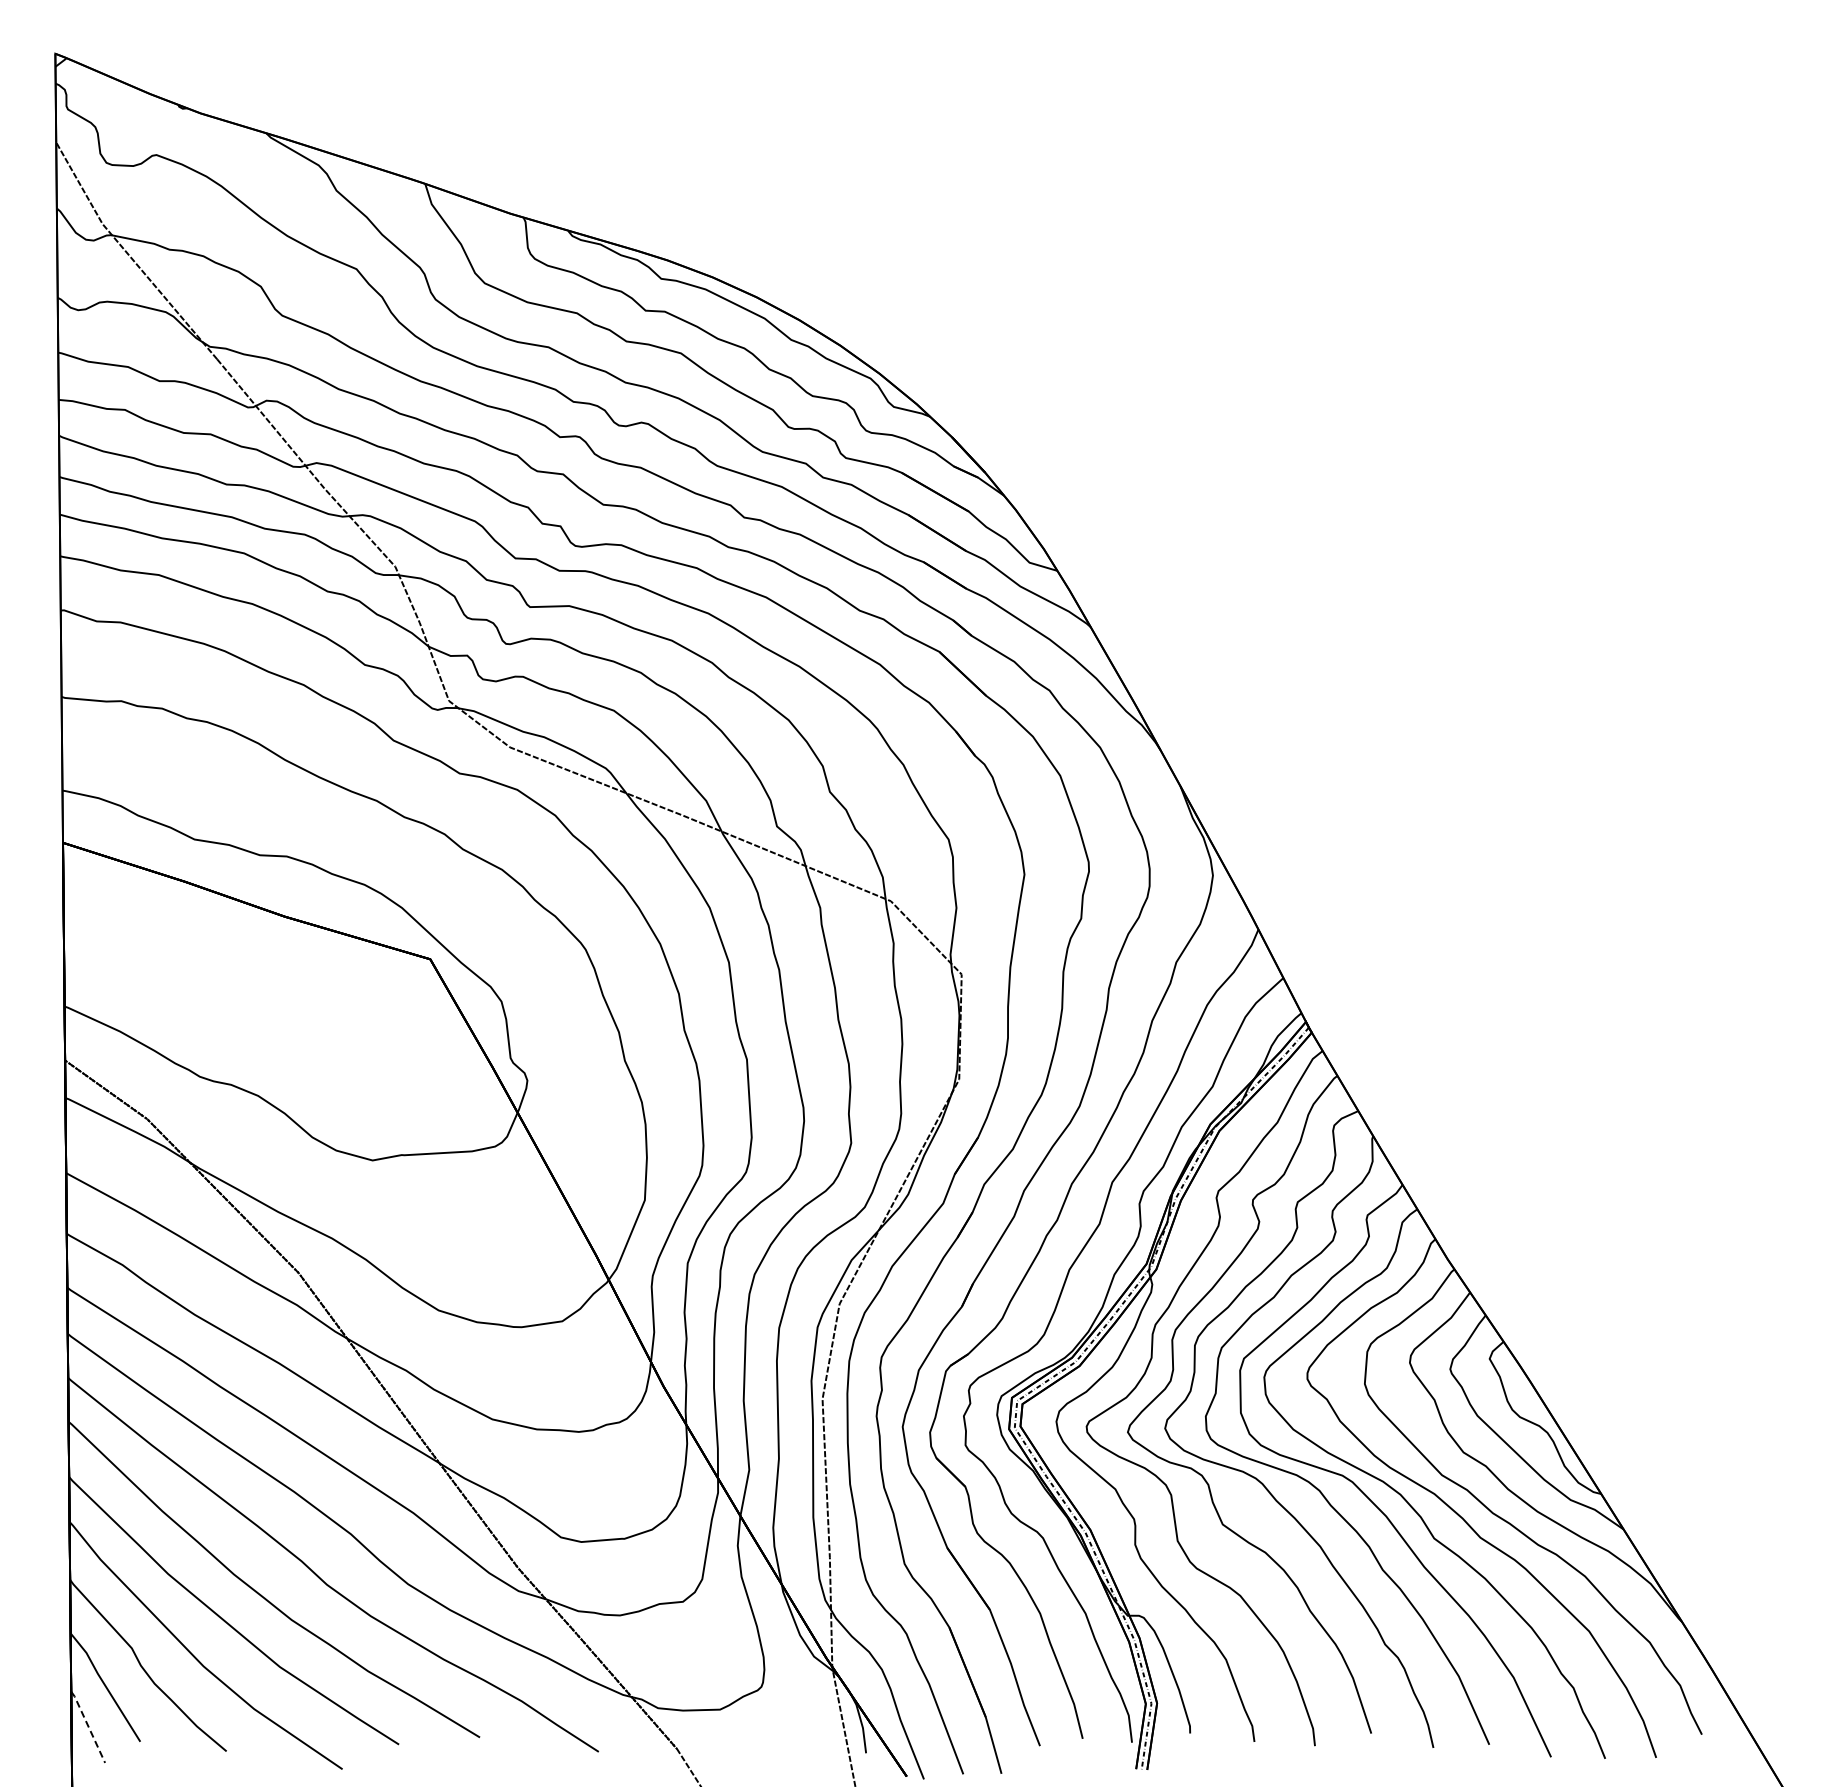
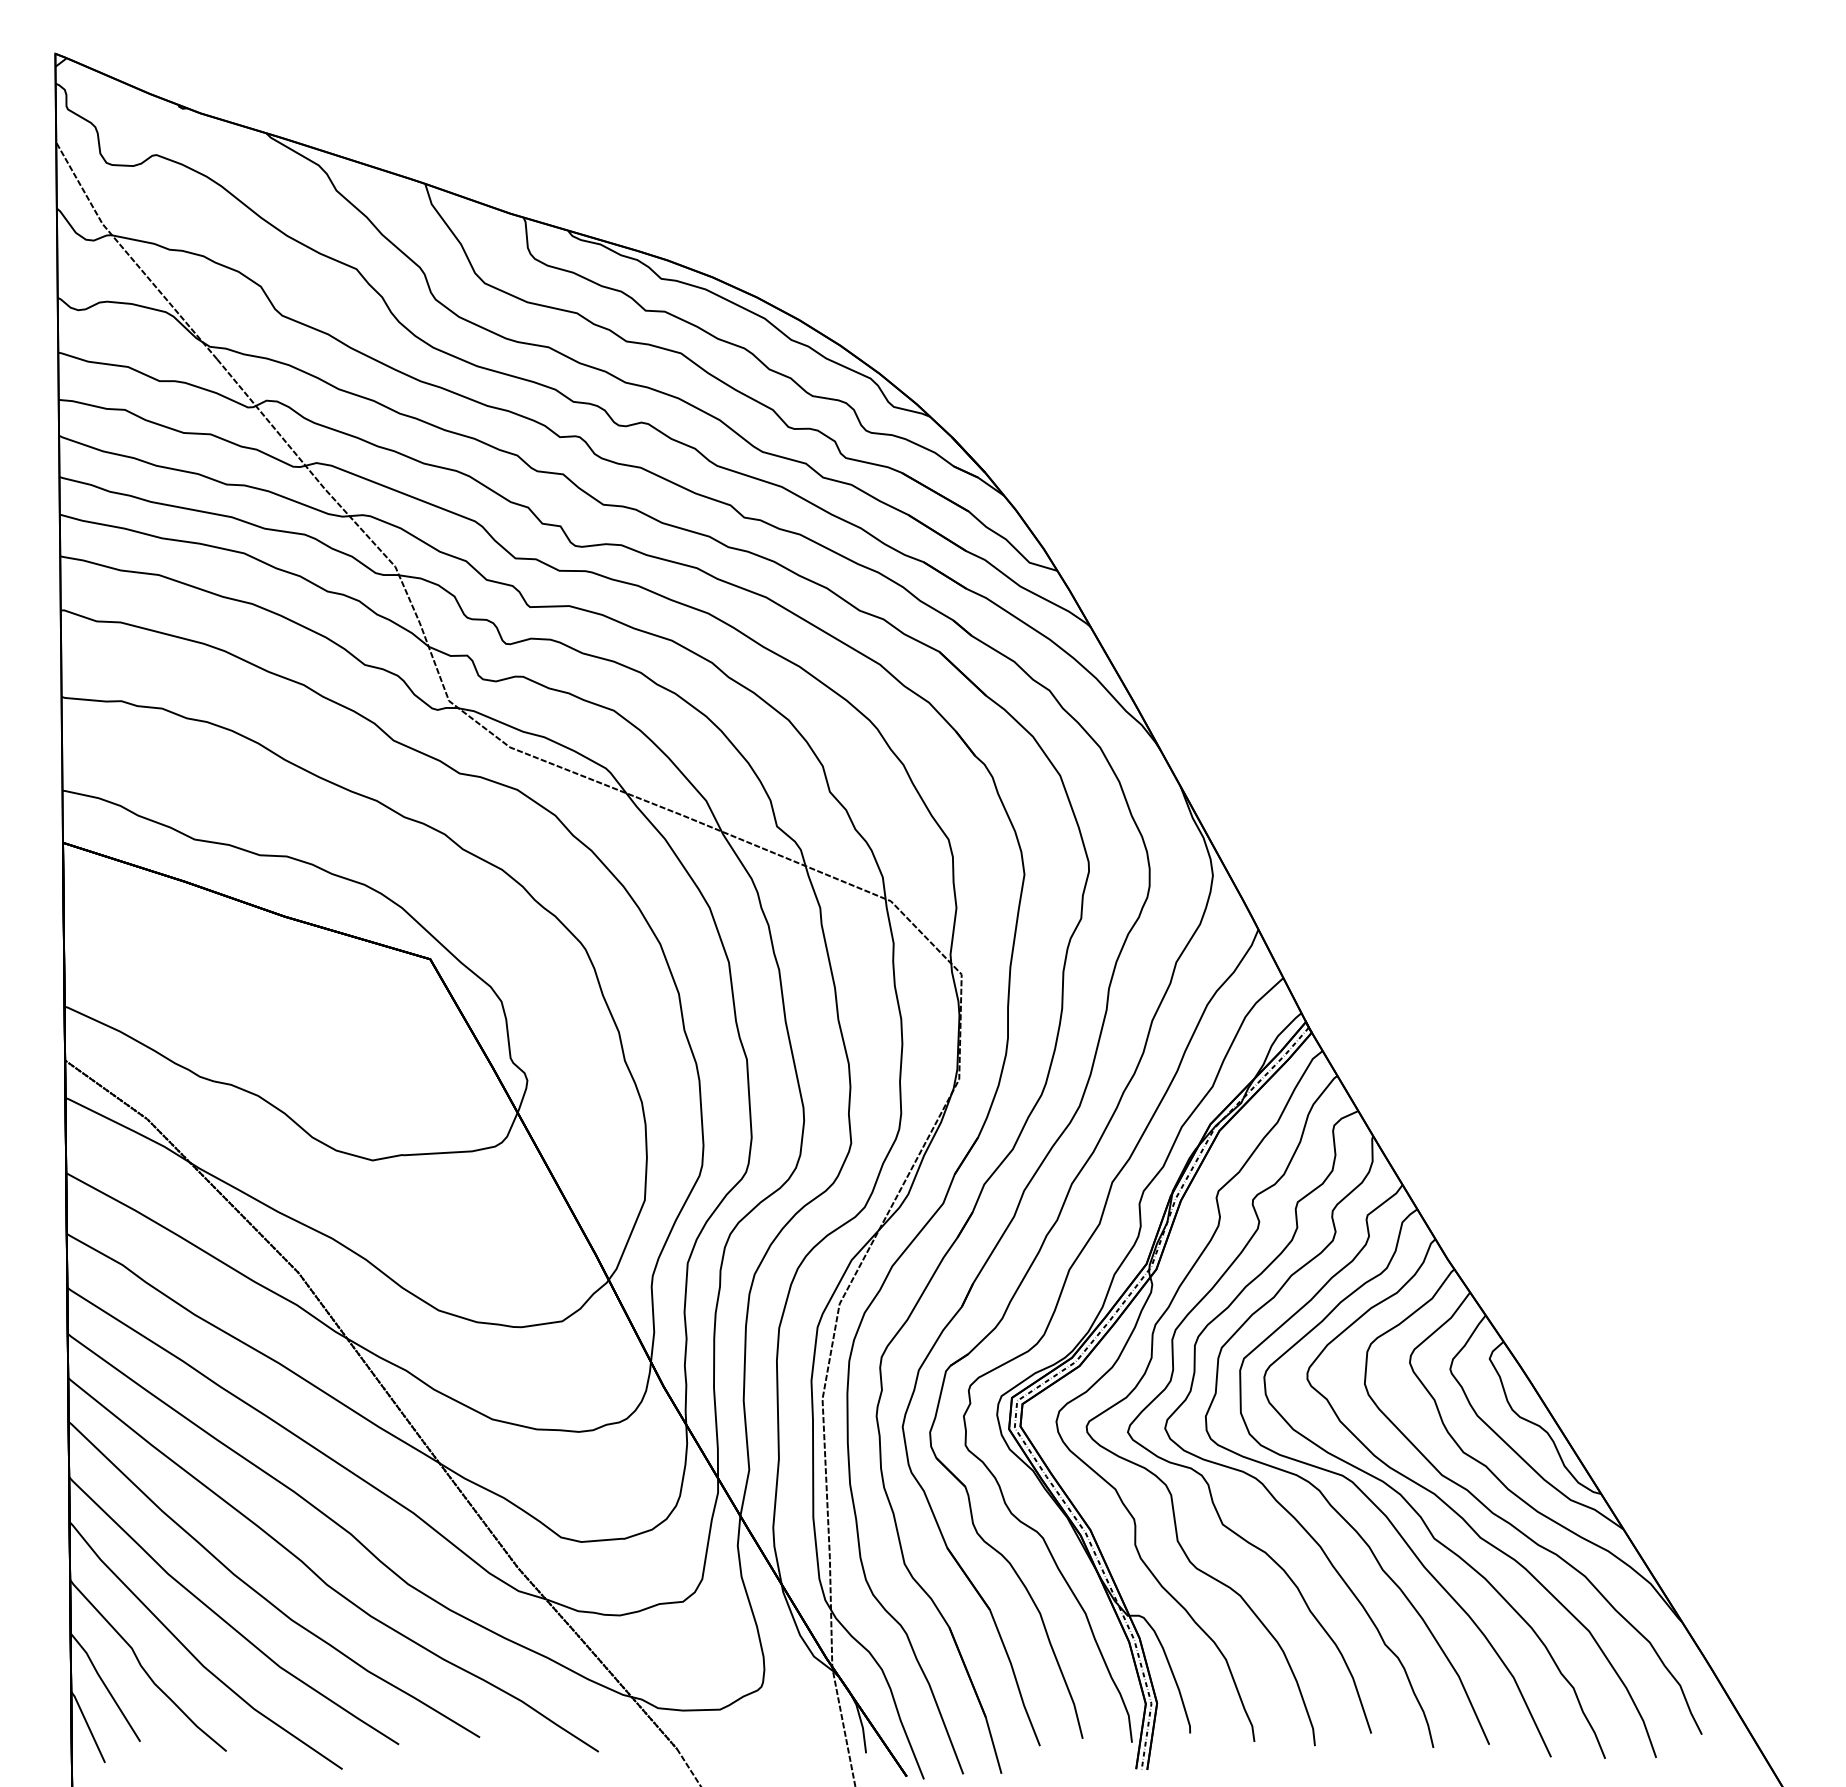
line at (88, 1727): dashed -> solid
